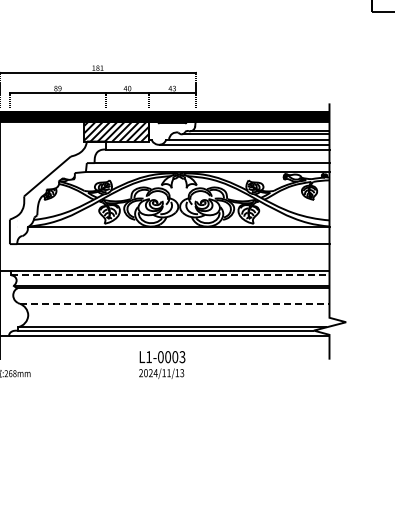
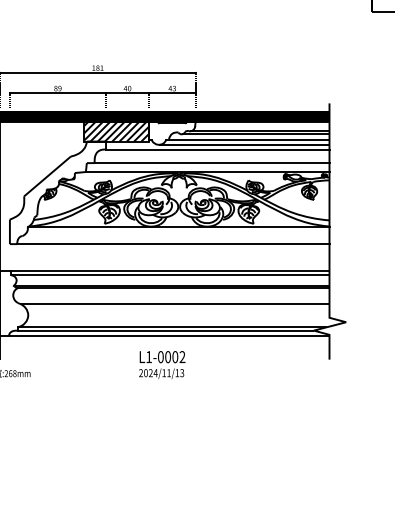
line at (170, 275): dashed -> solid
line at (174, 303): dashed -> solid
text at (182, 357): L1-0003 -> L1-0002
